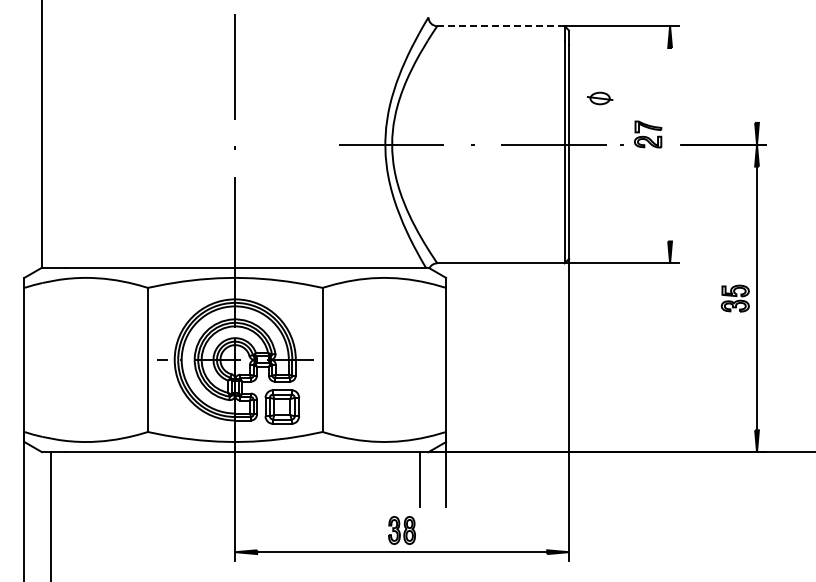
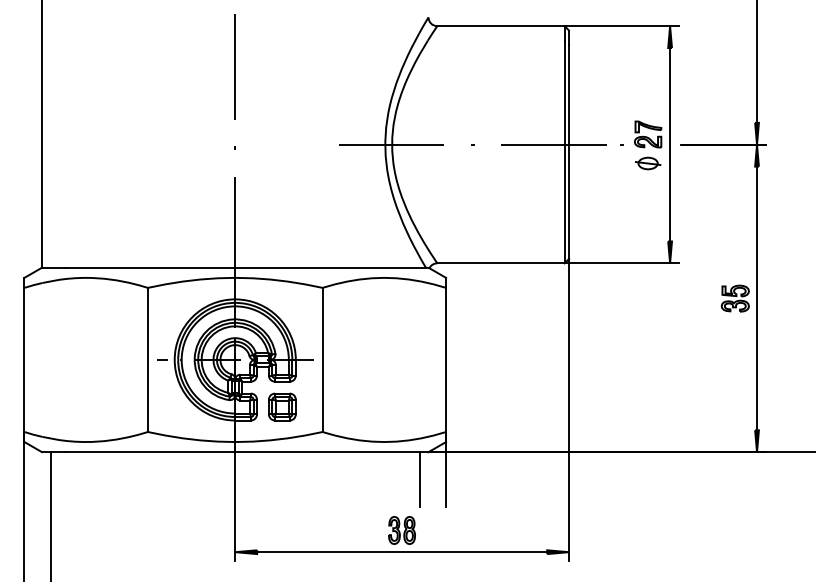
line at (500, 26): dashed -> solid
line at (757, 62): none -> present
part at (600, 98) position: (600, 98) -> (648, 163)
line at (670, 144): none -> present
part at (281, 406) size: 36x36 px -> 29x30 px
